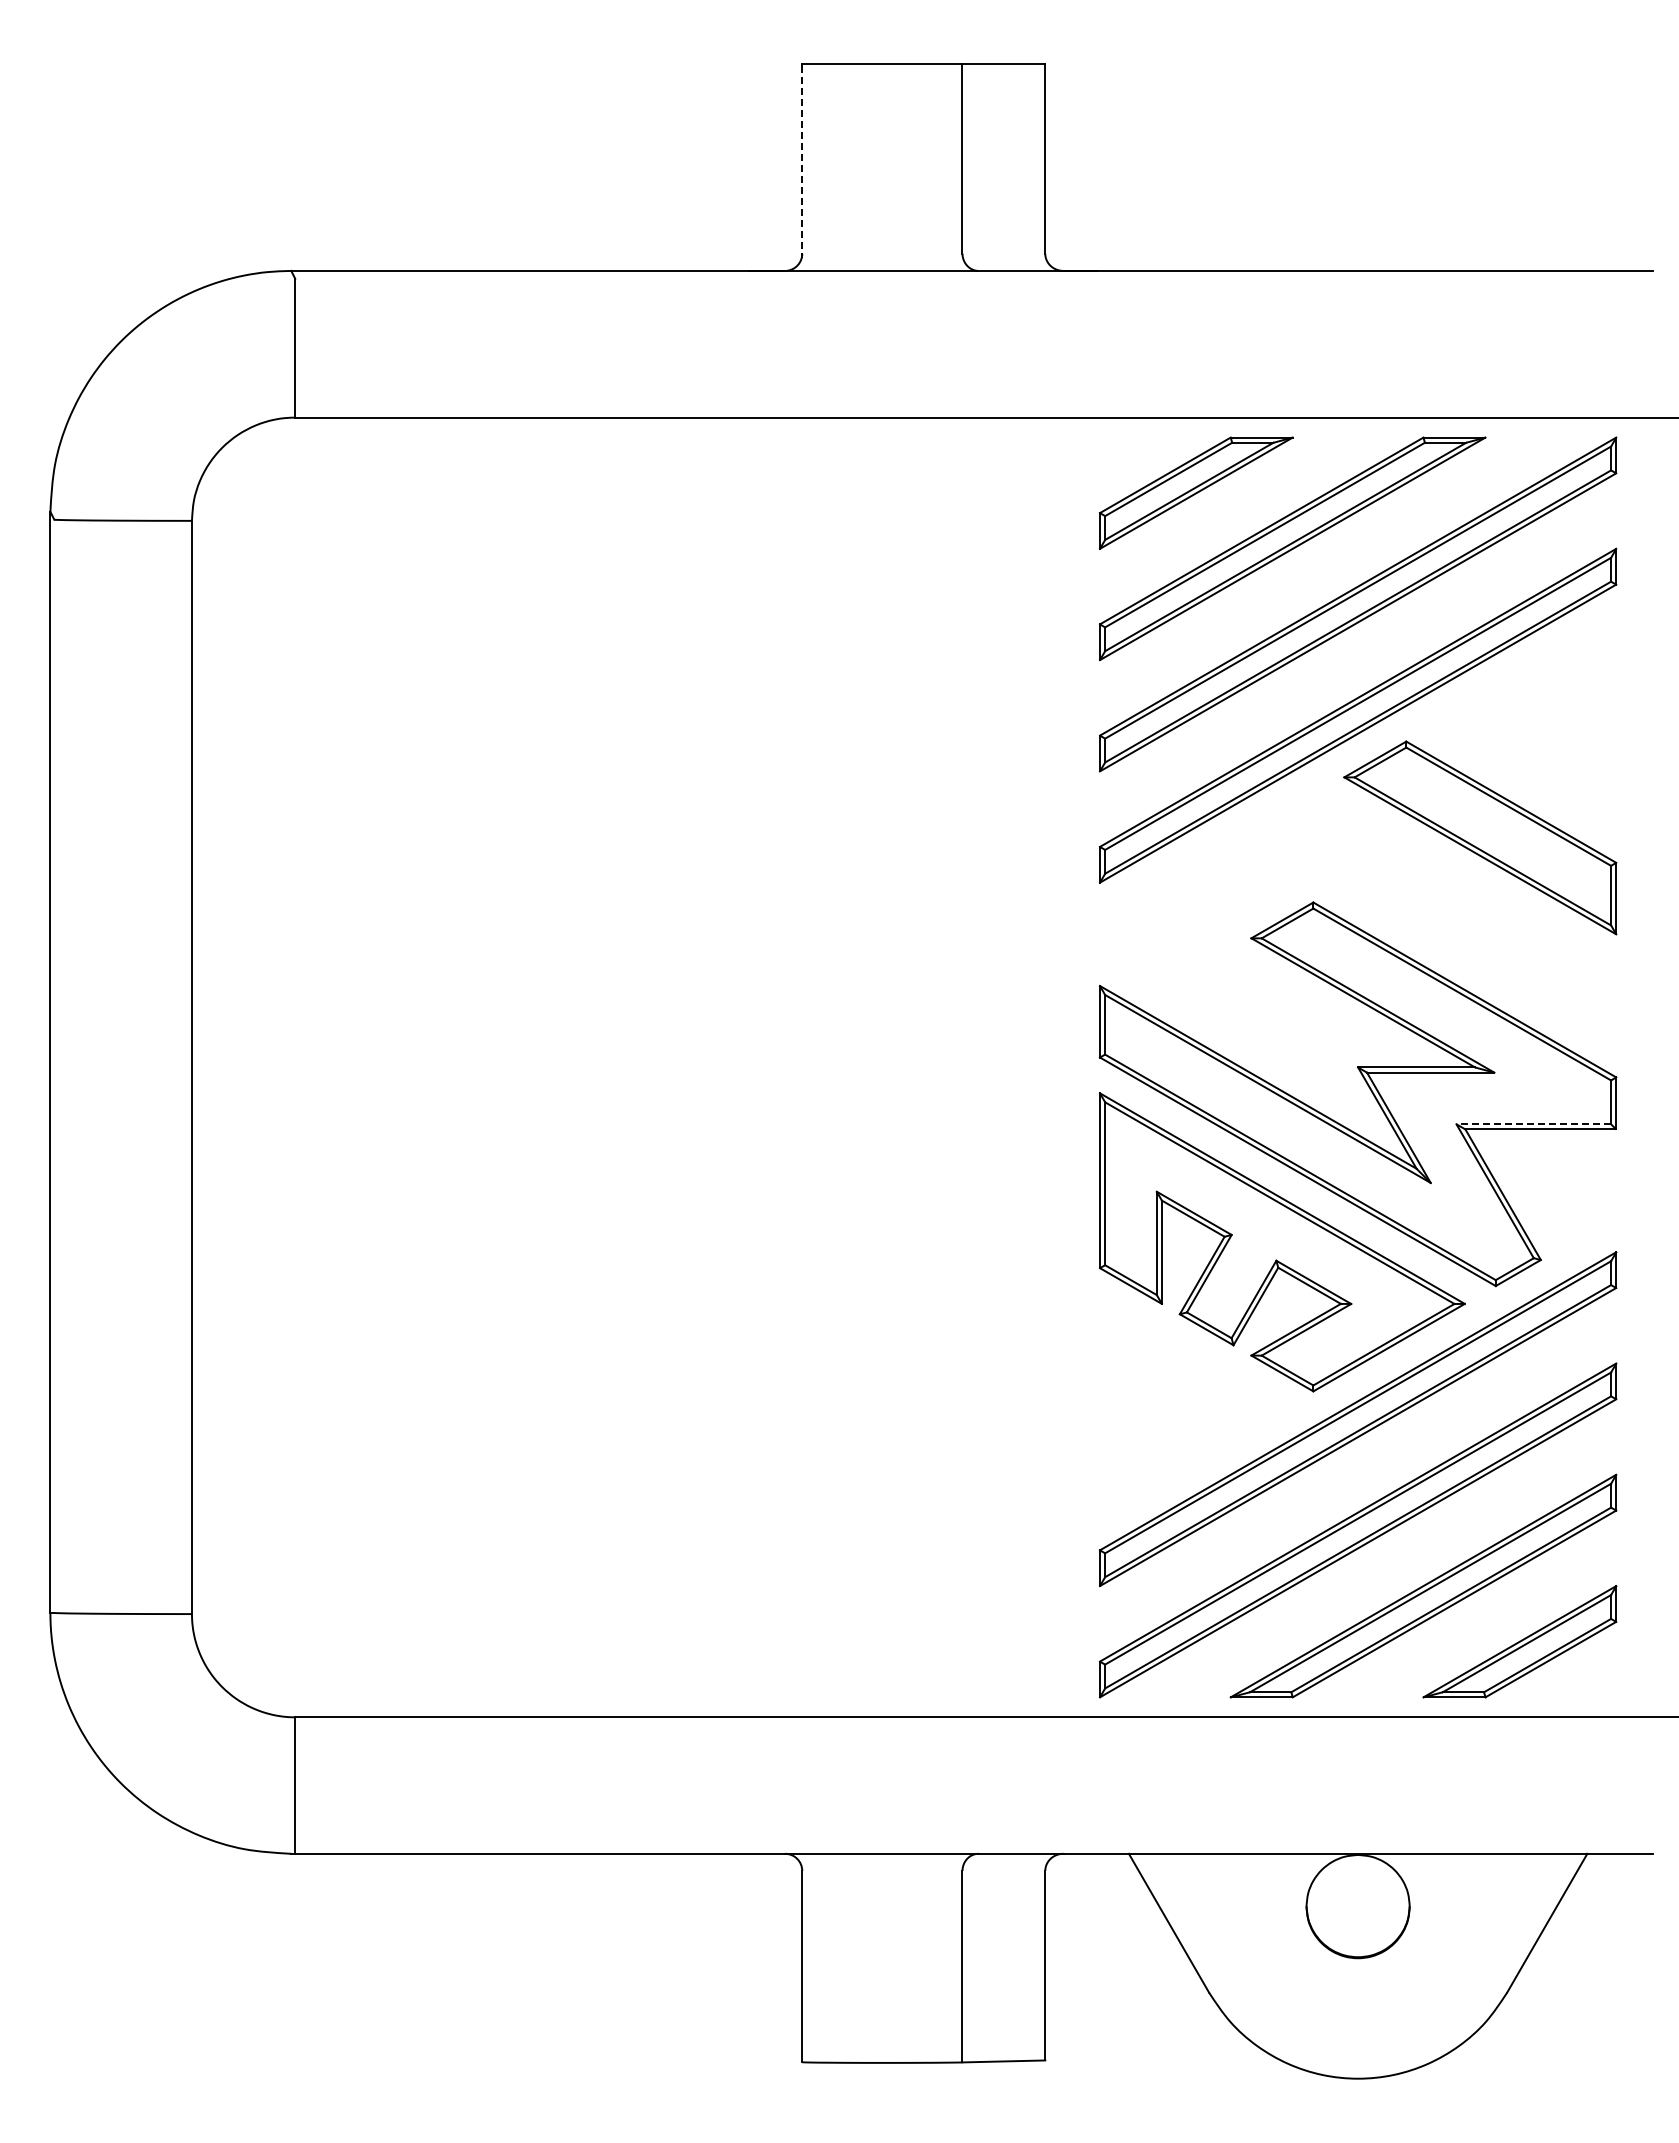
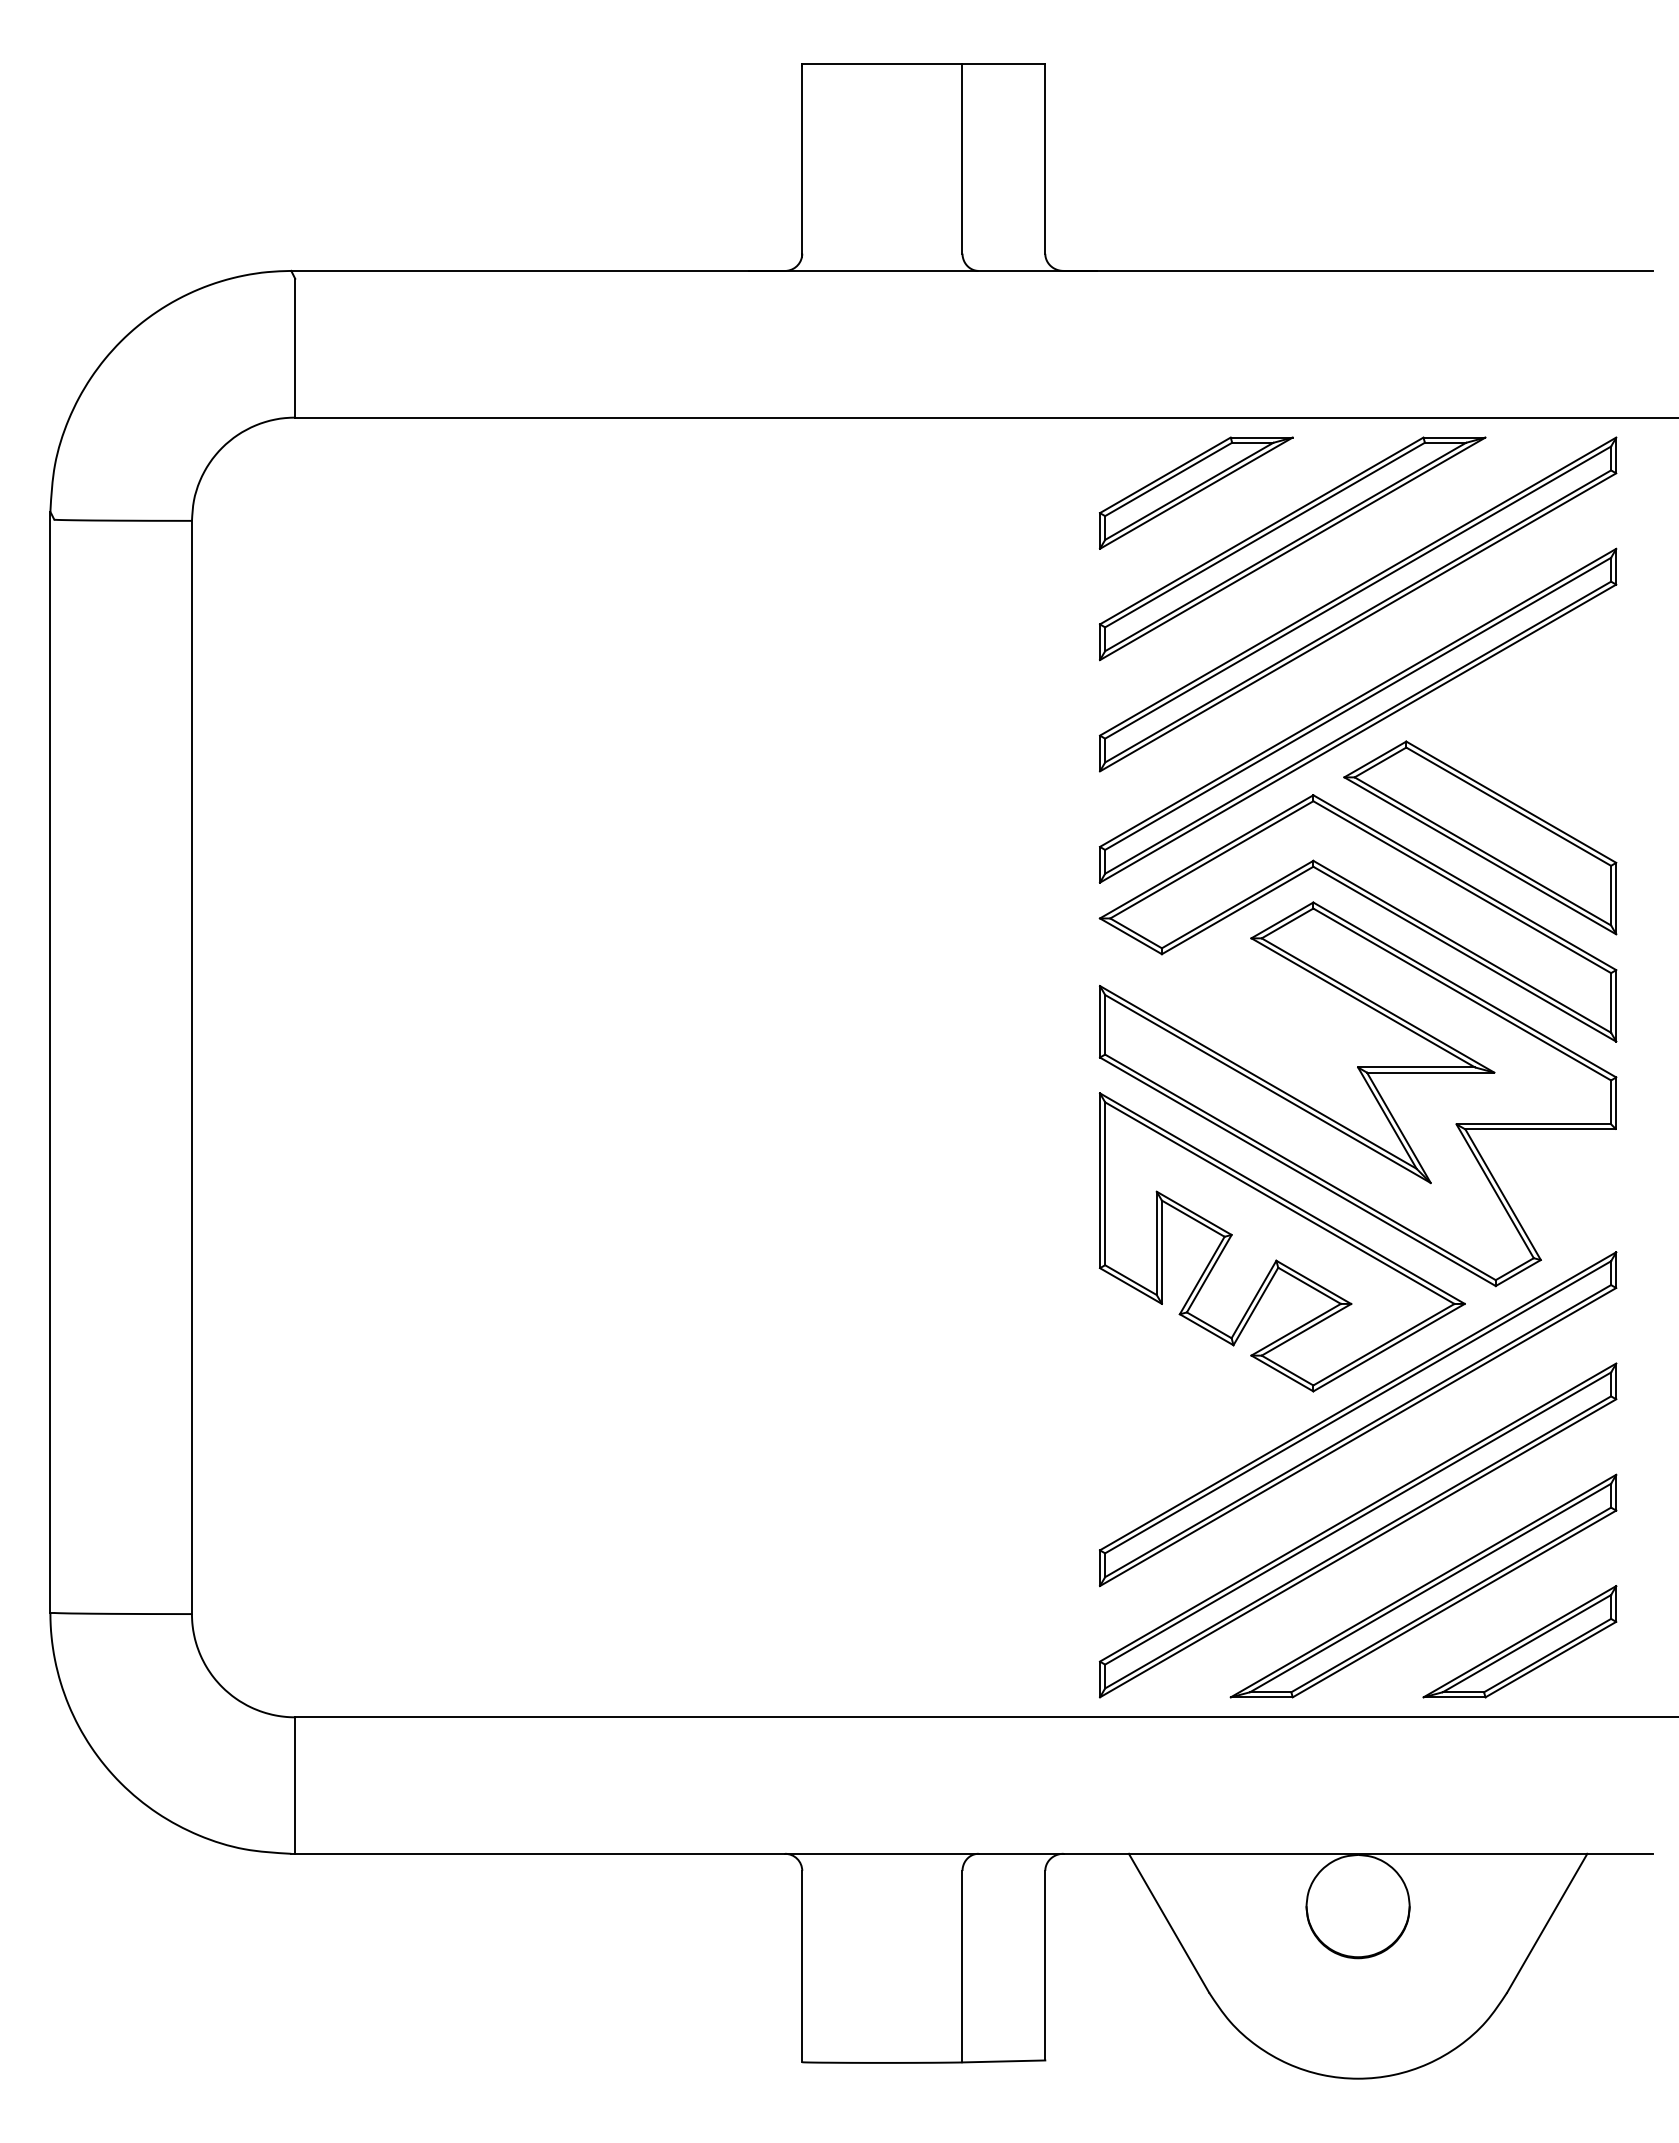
line at (802, 159): dashed -> solid
part at (1367, 899): none -> present
line at (1533, 1124): dashed -> solid
